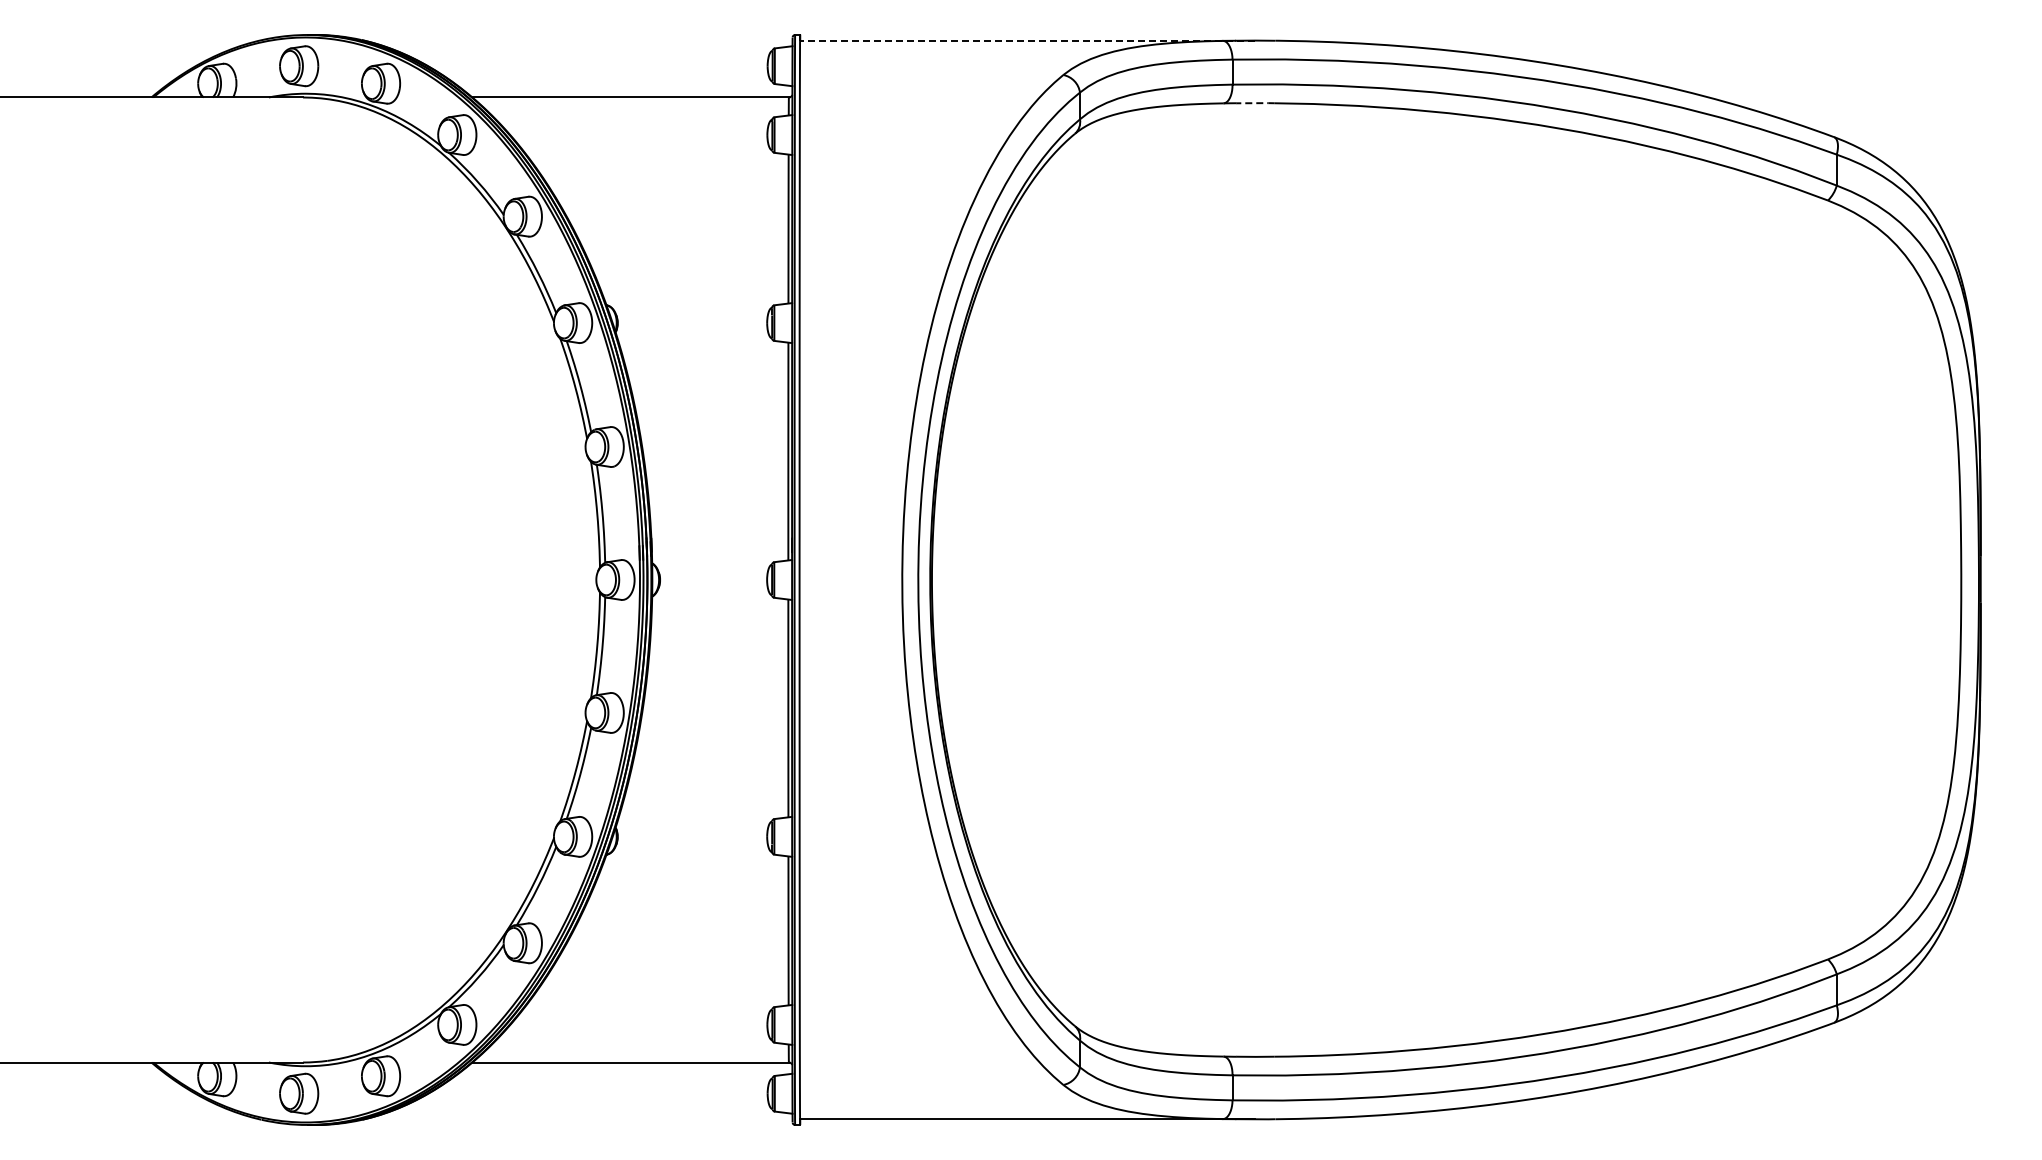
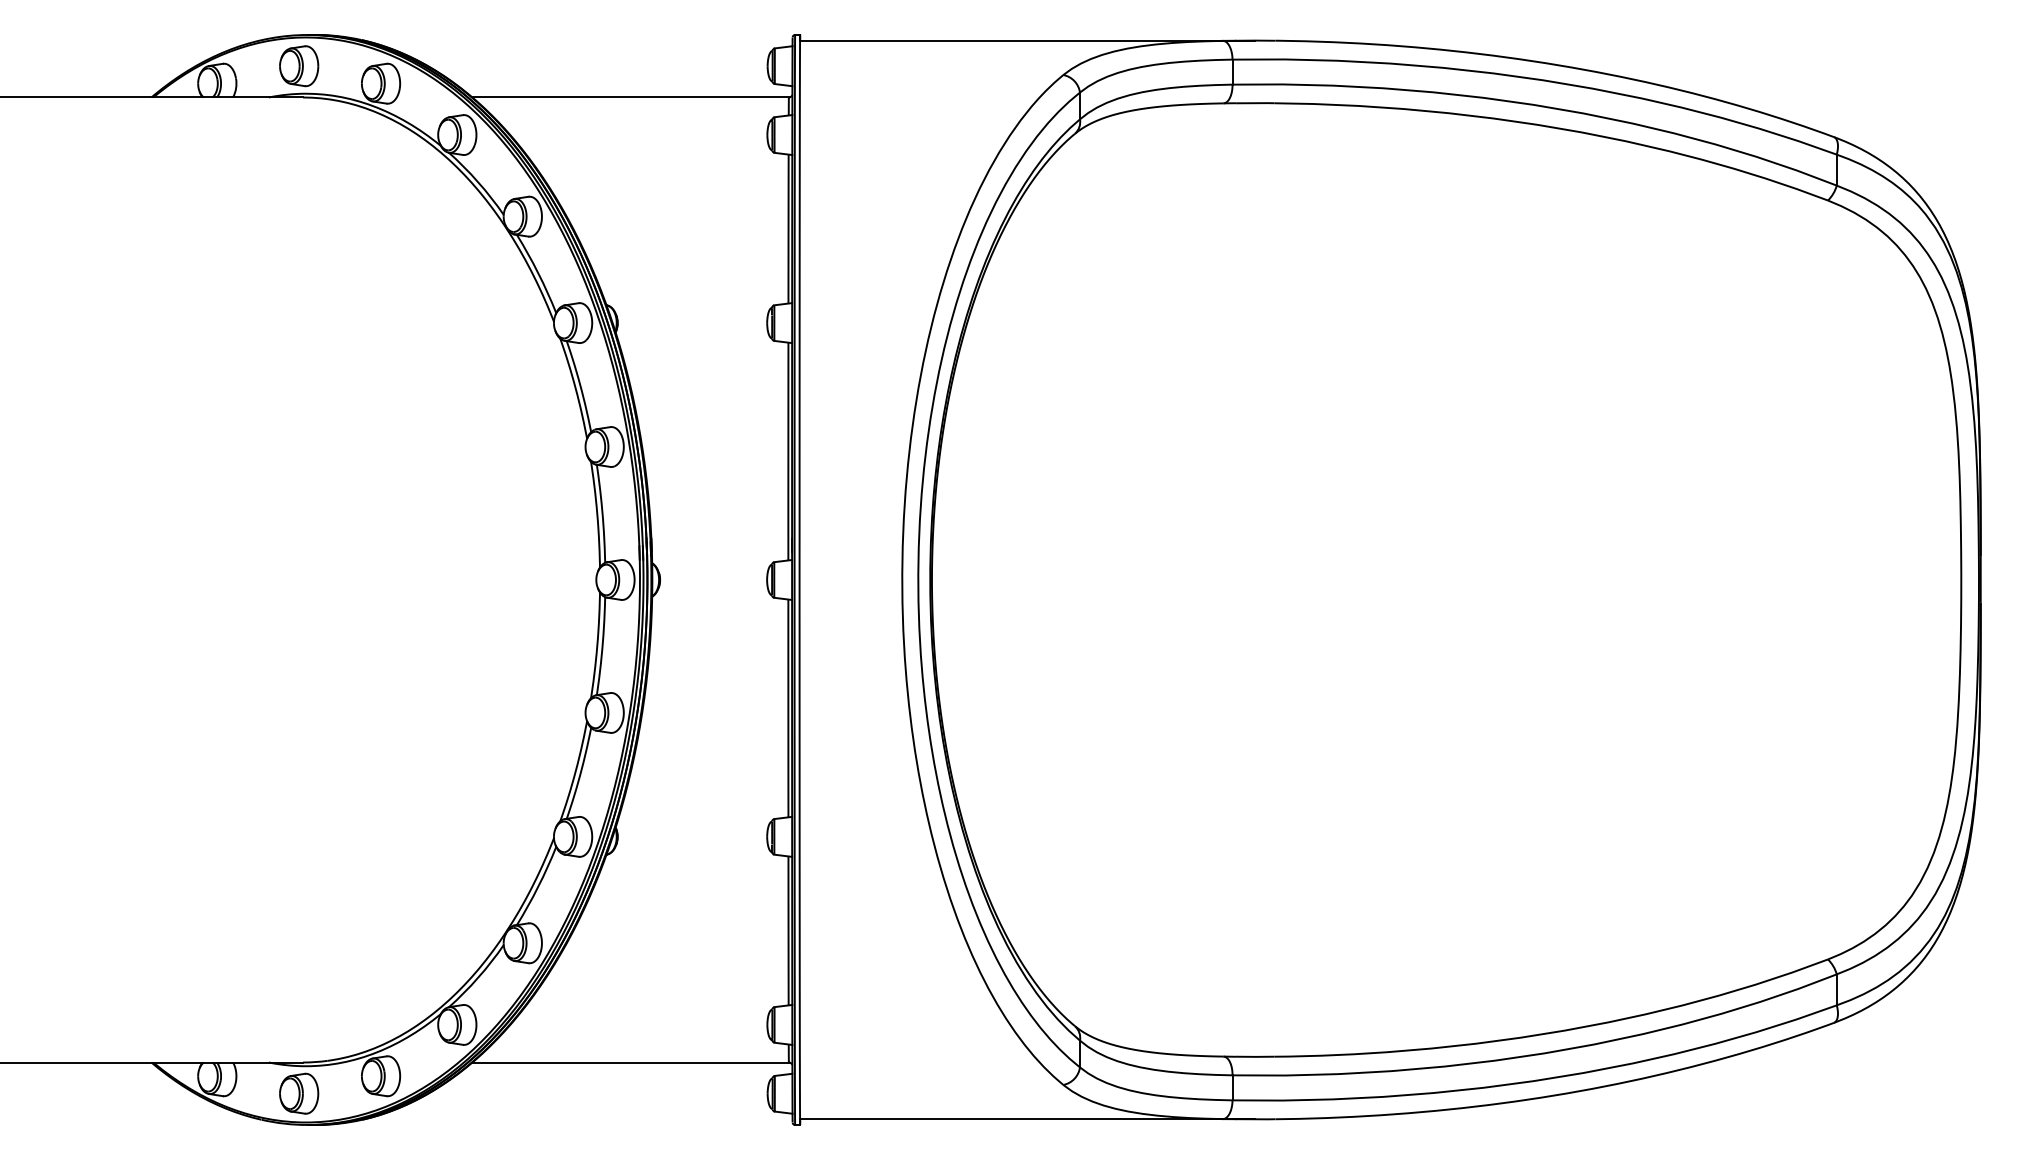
line at (1027, 40): dashed -> solid
line at (1255, 103): dashed -> solid
